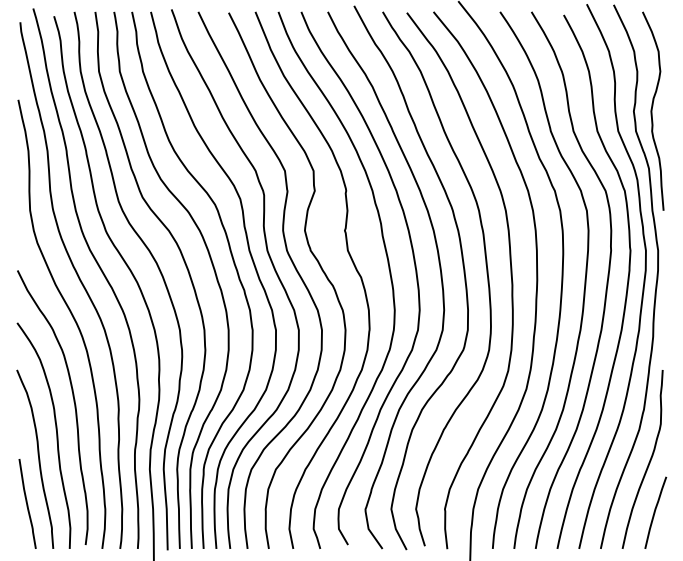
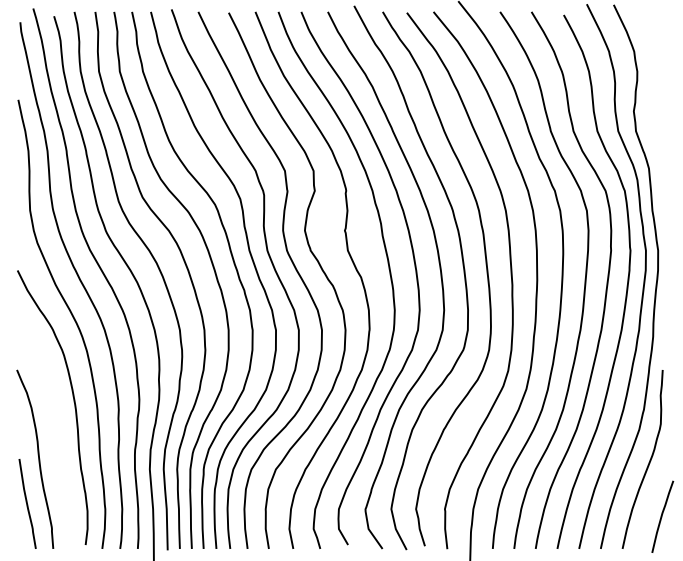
curve at (652, 110): present -> none
curve at (56, 435): present -> none
curve at (655, 512) position: (655, 512) -> (662, 516)
